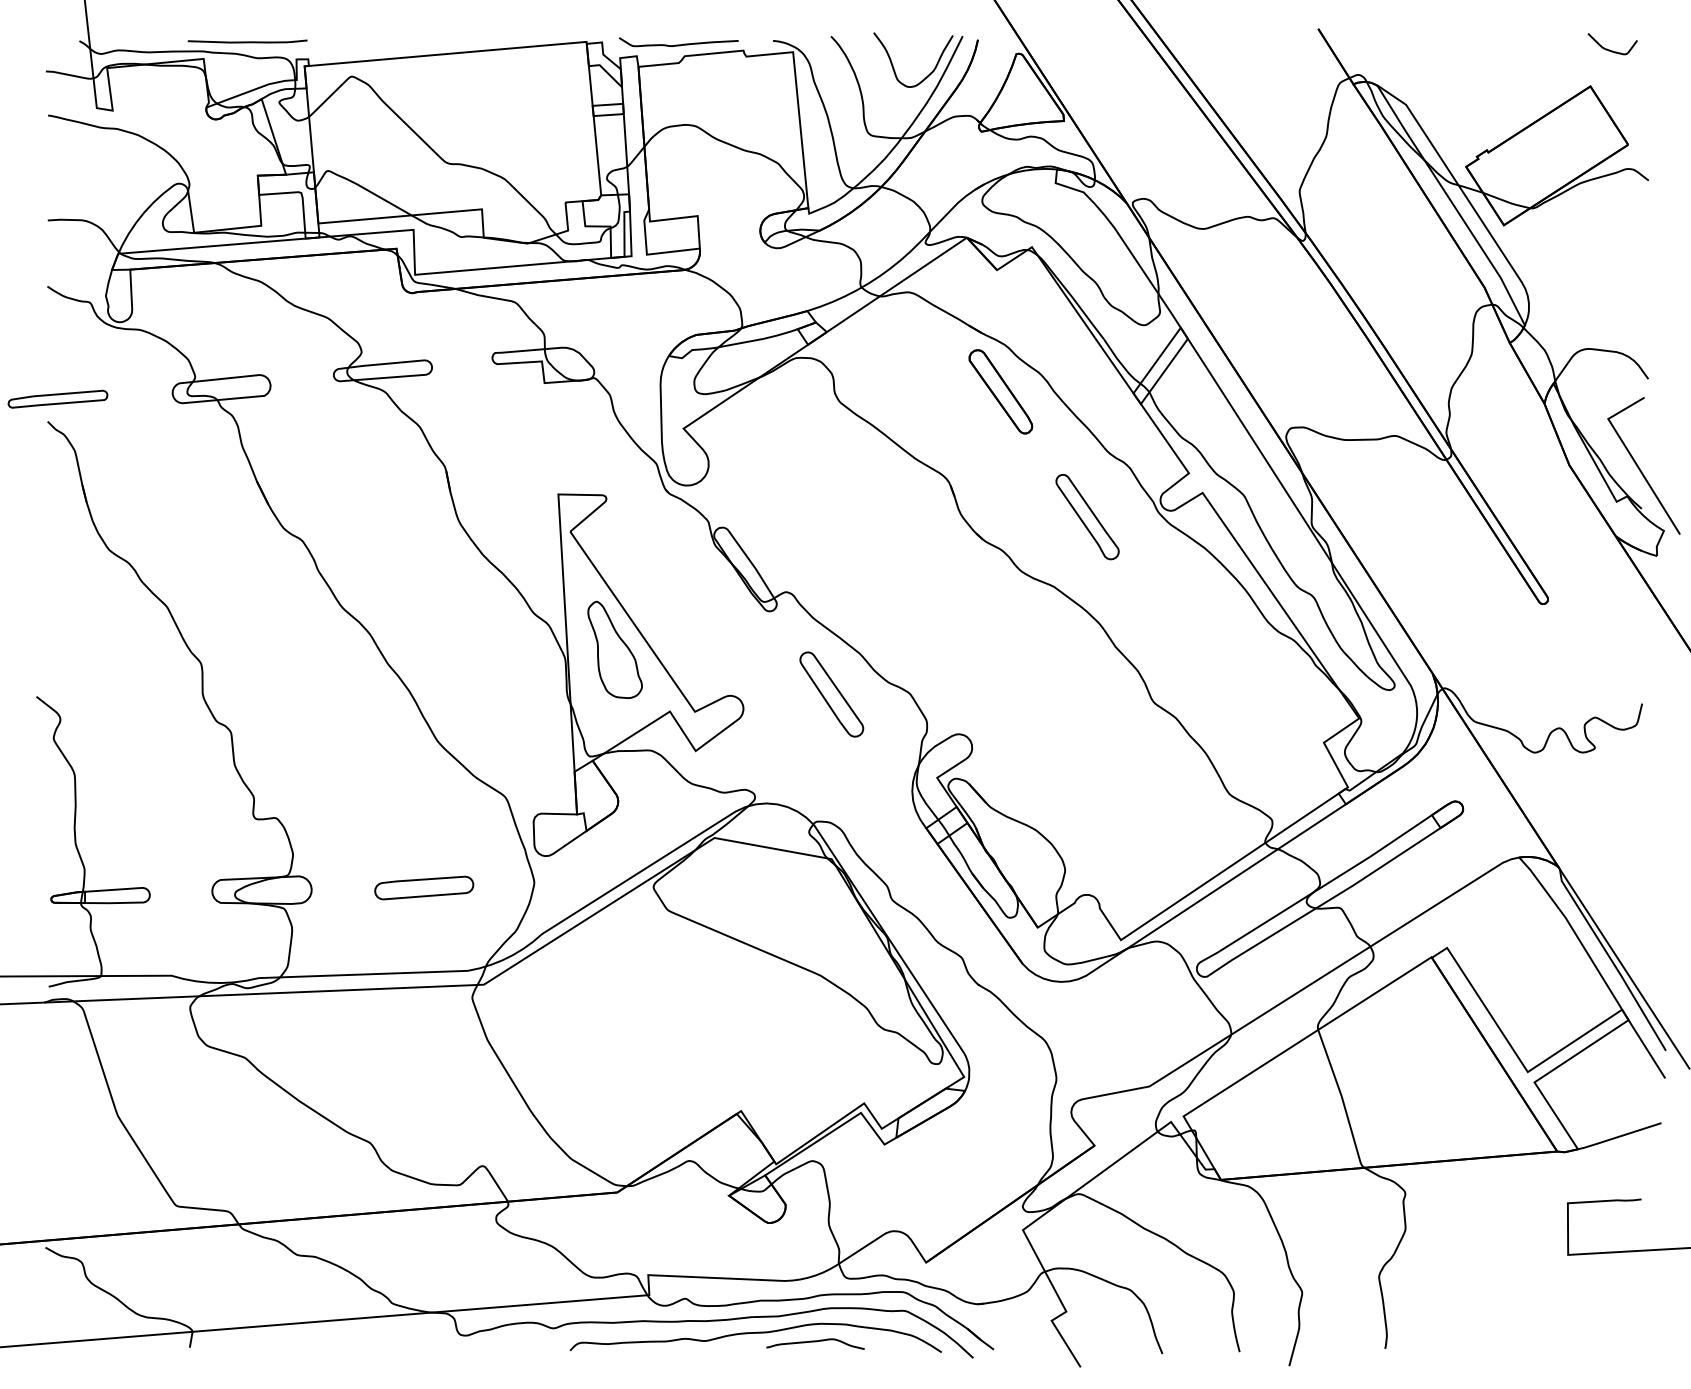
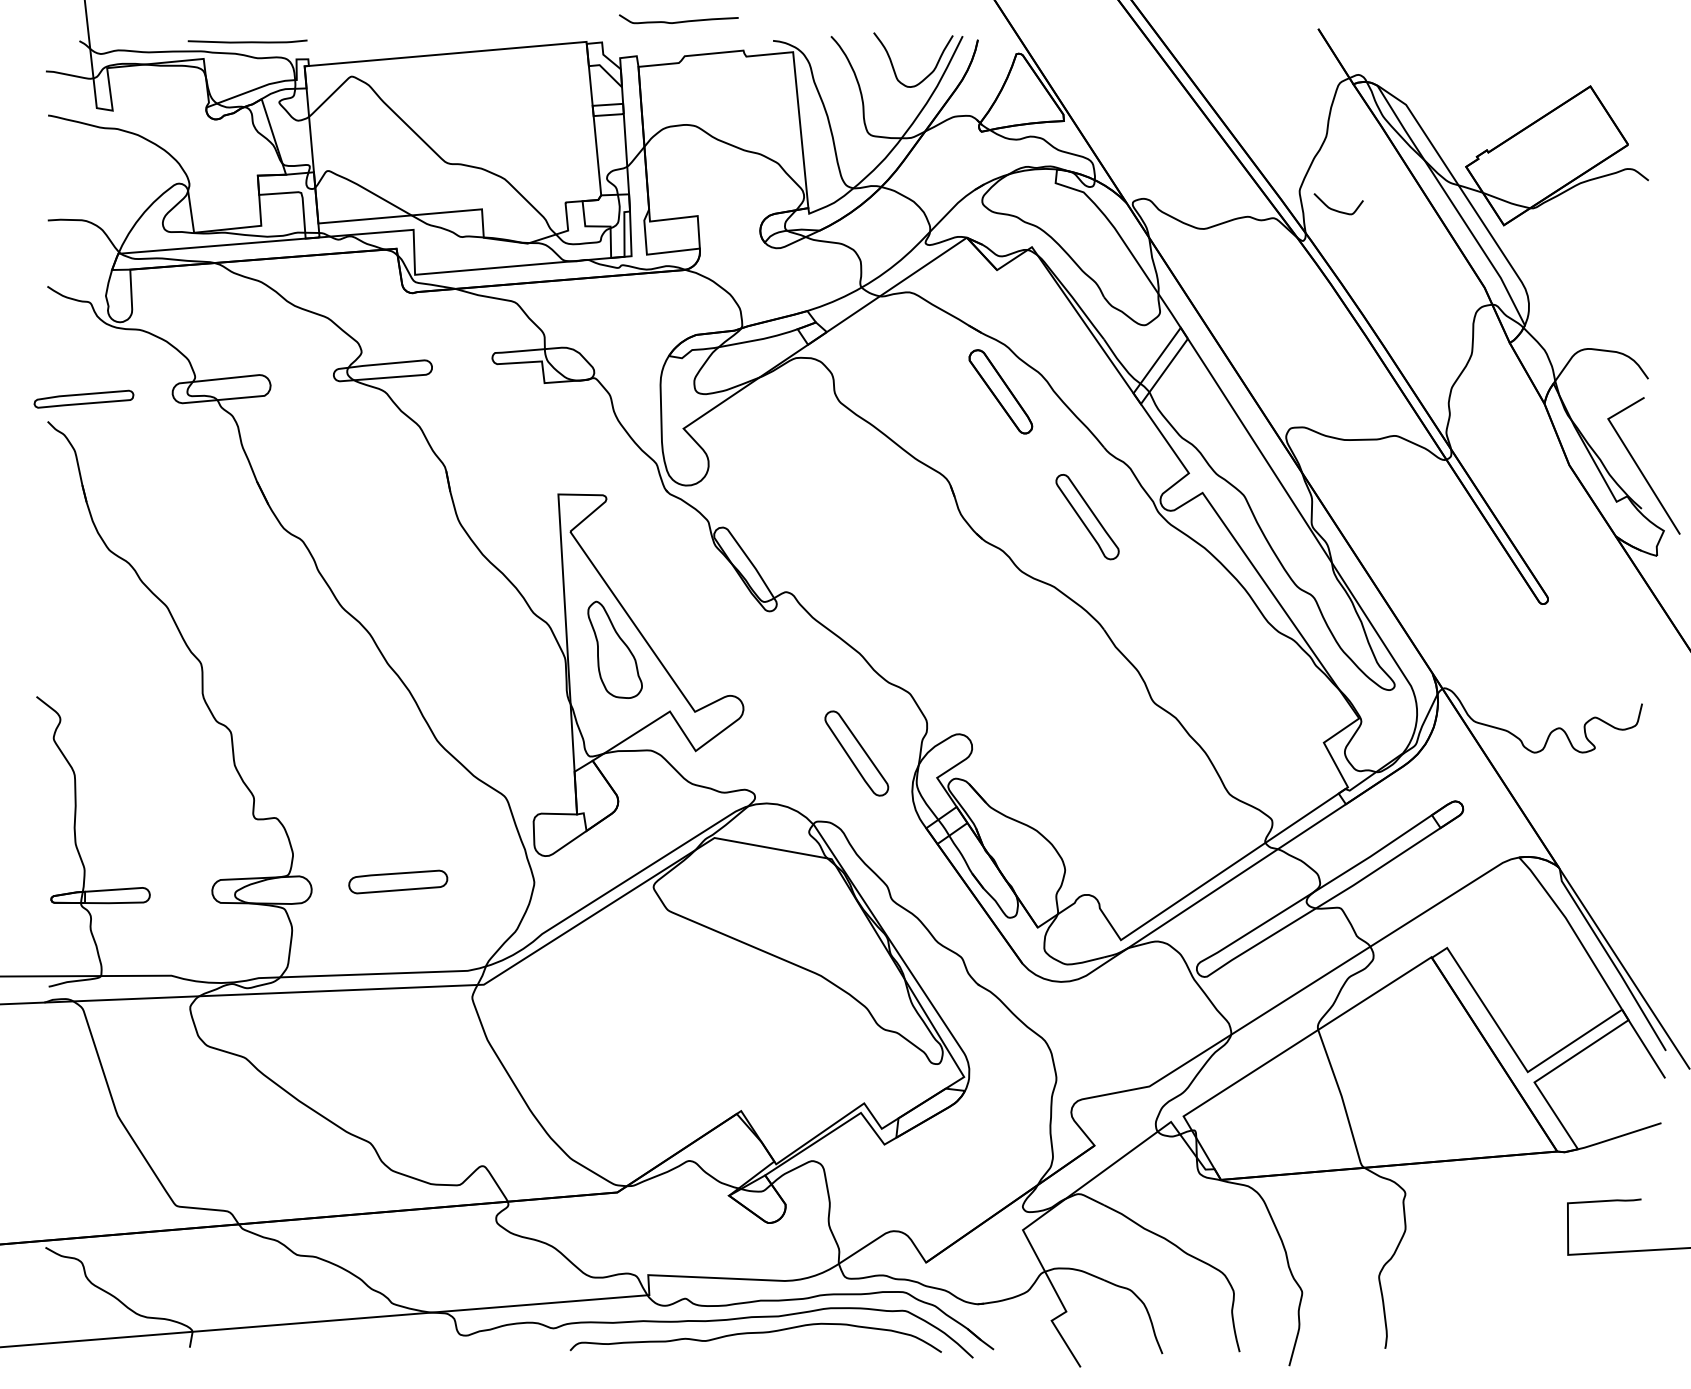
curve at (678, 44) position: (678, 44) -> (678, 21)
curve at (1609, 49) position: (1609, 49) -> (1335, 209)
part at (57, 398) position: (57, 398) -> (83, 398)
part at (831, 694) position: (831, 694) -> (856, 753)
part at (424, 887) position: (424, 887) -> (398, 881)
curve at (815, 1342): present -> none
